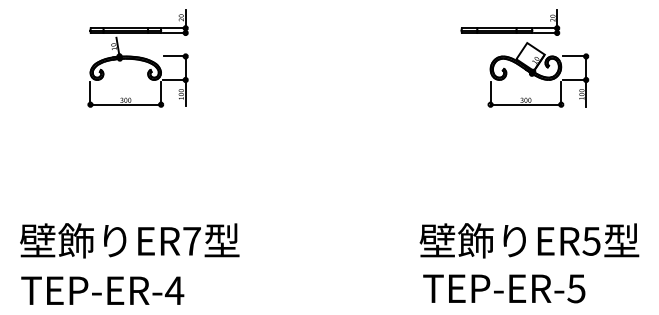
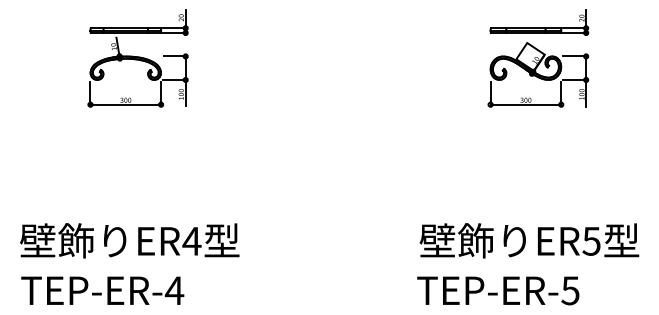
part at (510, 22) position: (510, 22) -> (539, 22)
text at (191, 241): ER7 -> ER4
text at (504, 288) position: (504, 288) -> (498, 290)
